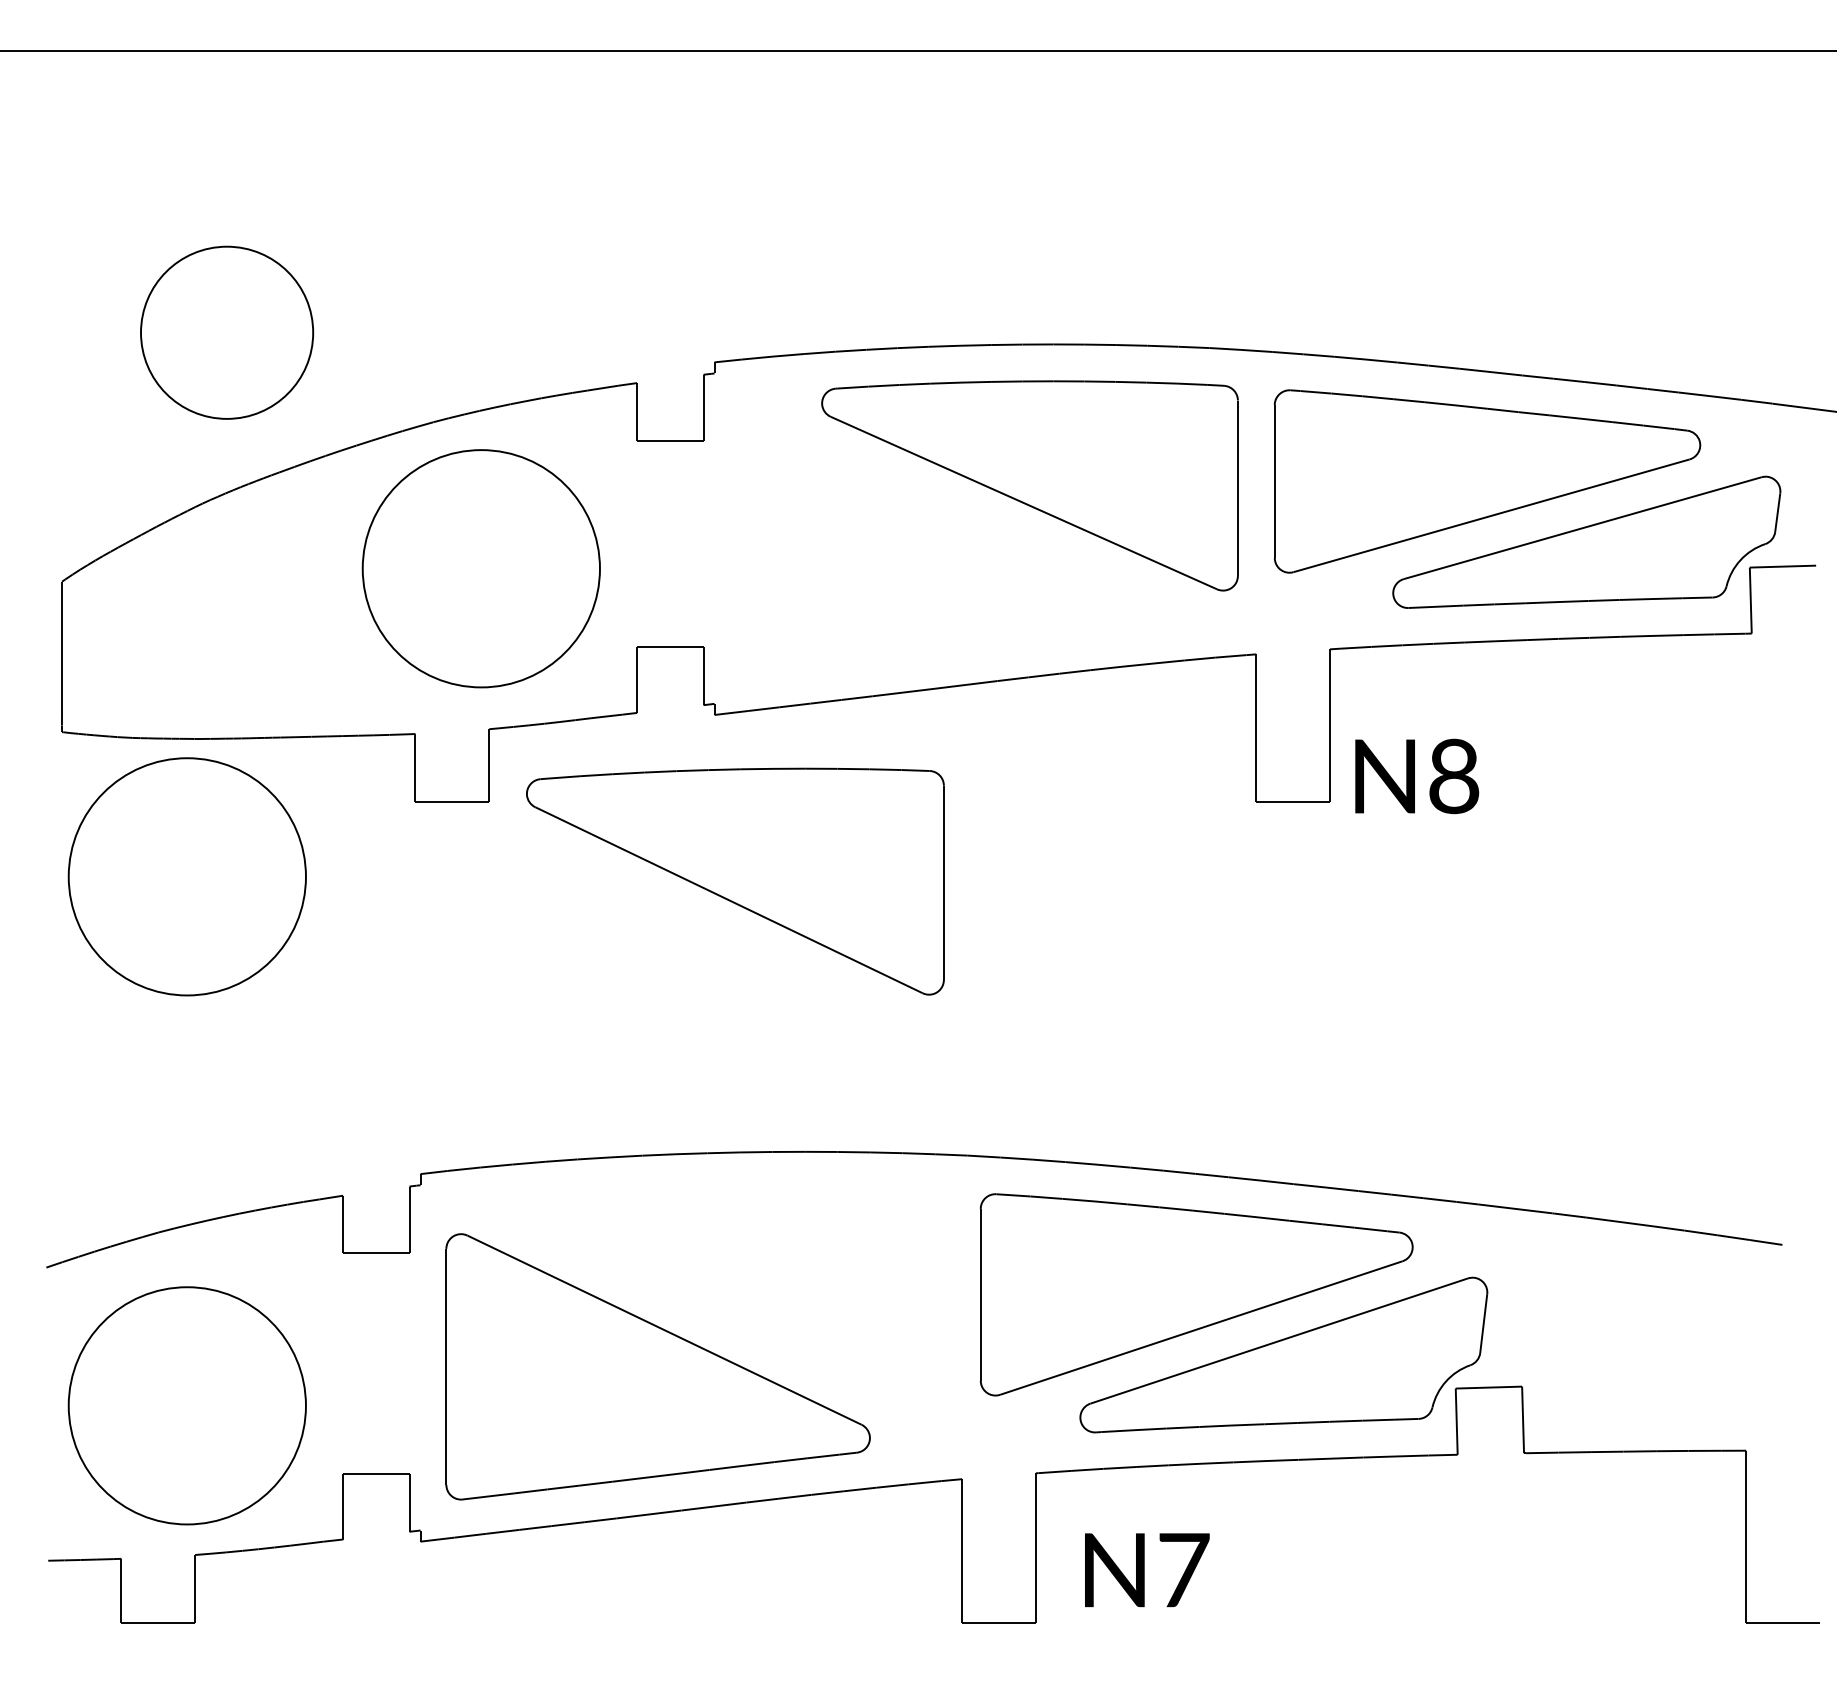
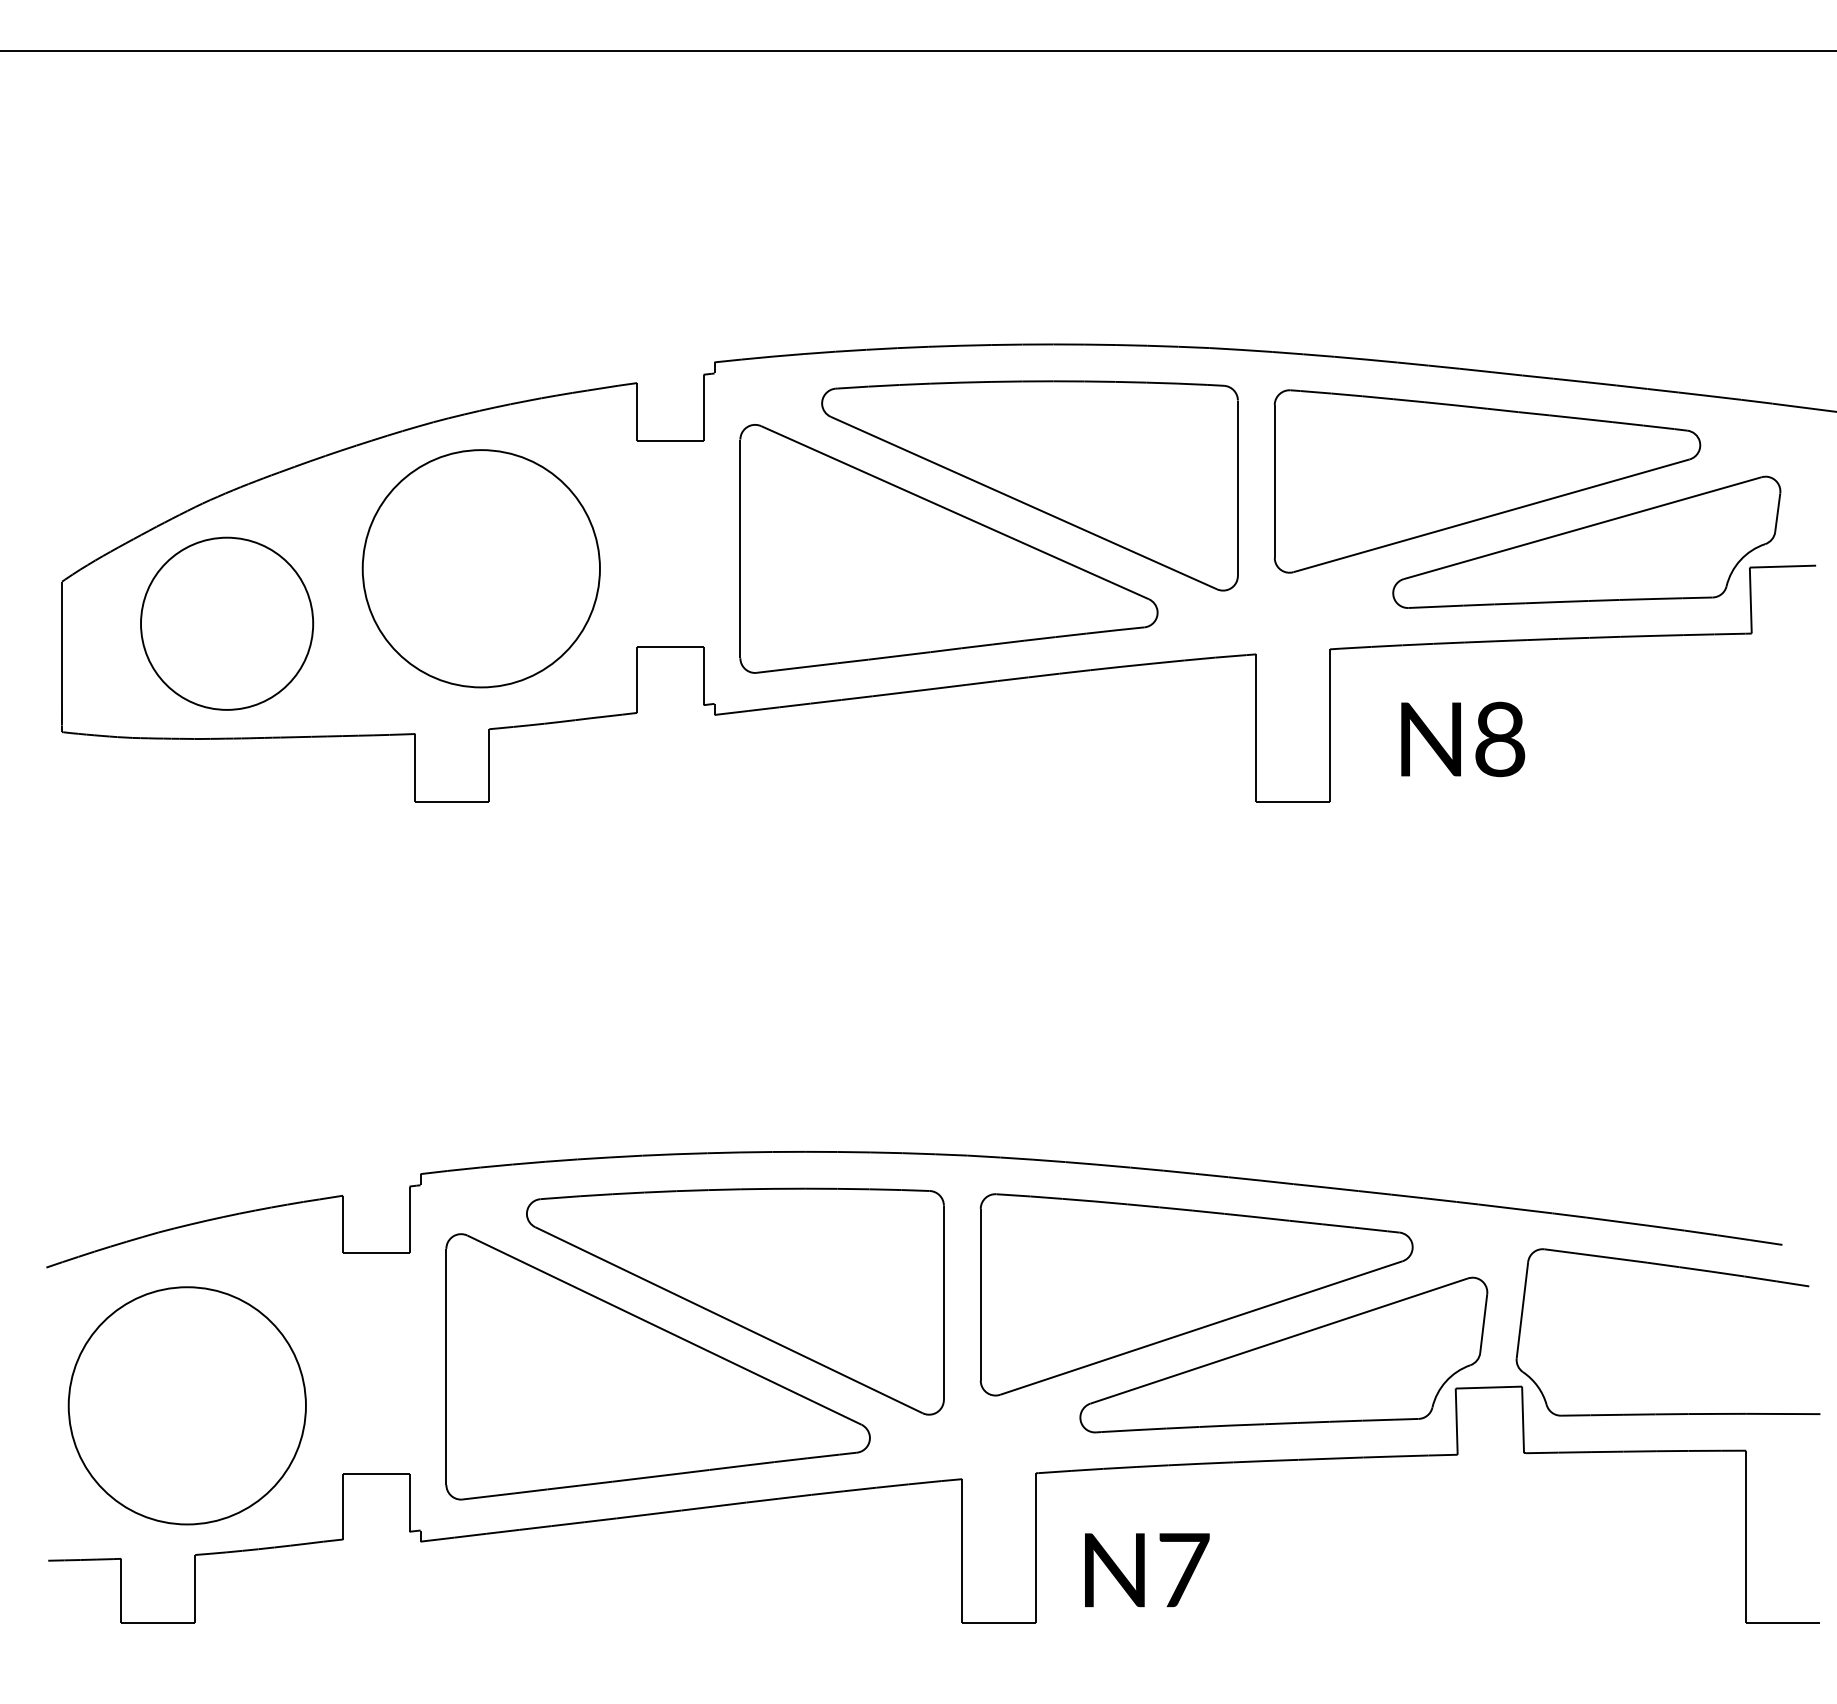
part at (227, 332) position: (227, 332) -> (227, 623)
part at (948, 548): none -> present
part at (1417, 776) position: (1417, 776) -> (1463, 739)
part at (186, 876): present -> none
part at (735, 881) position: (735, 881) -> (735, 1301)
part at (1679, 1268): none -> present
